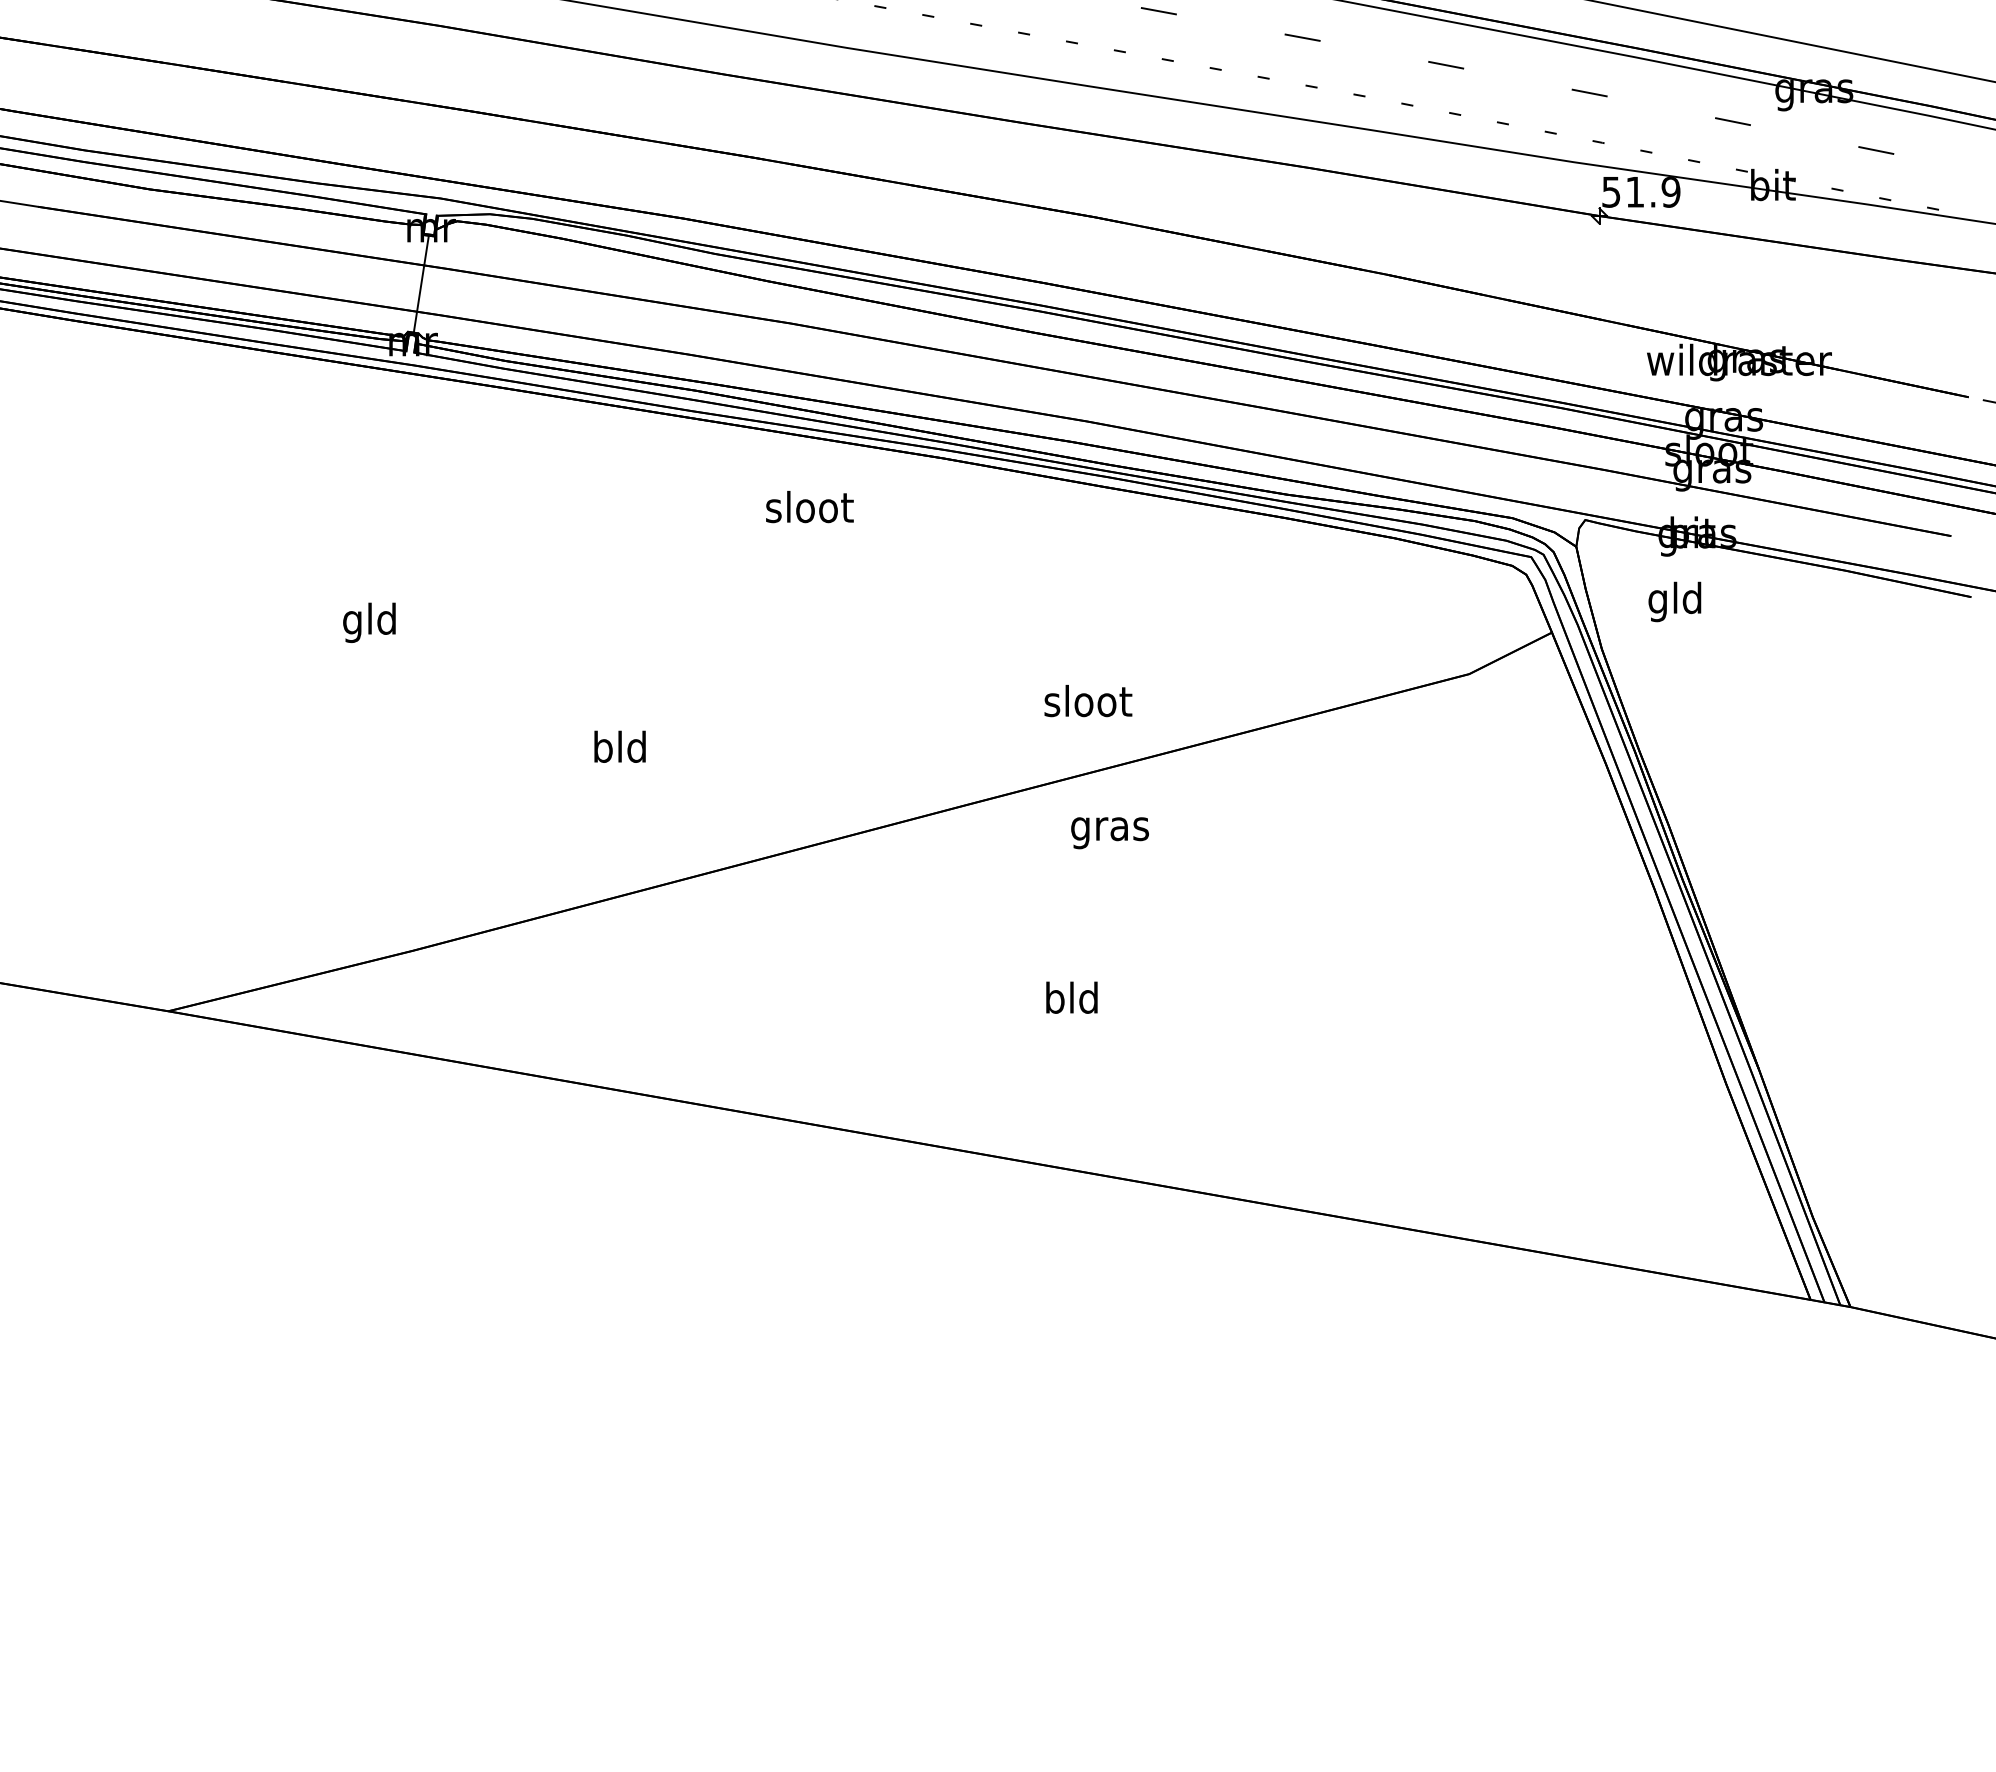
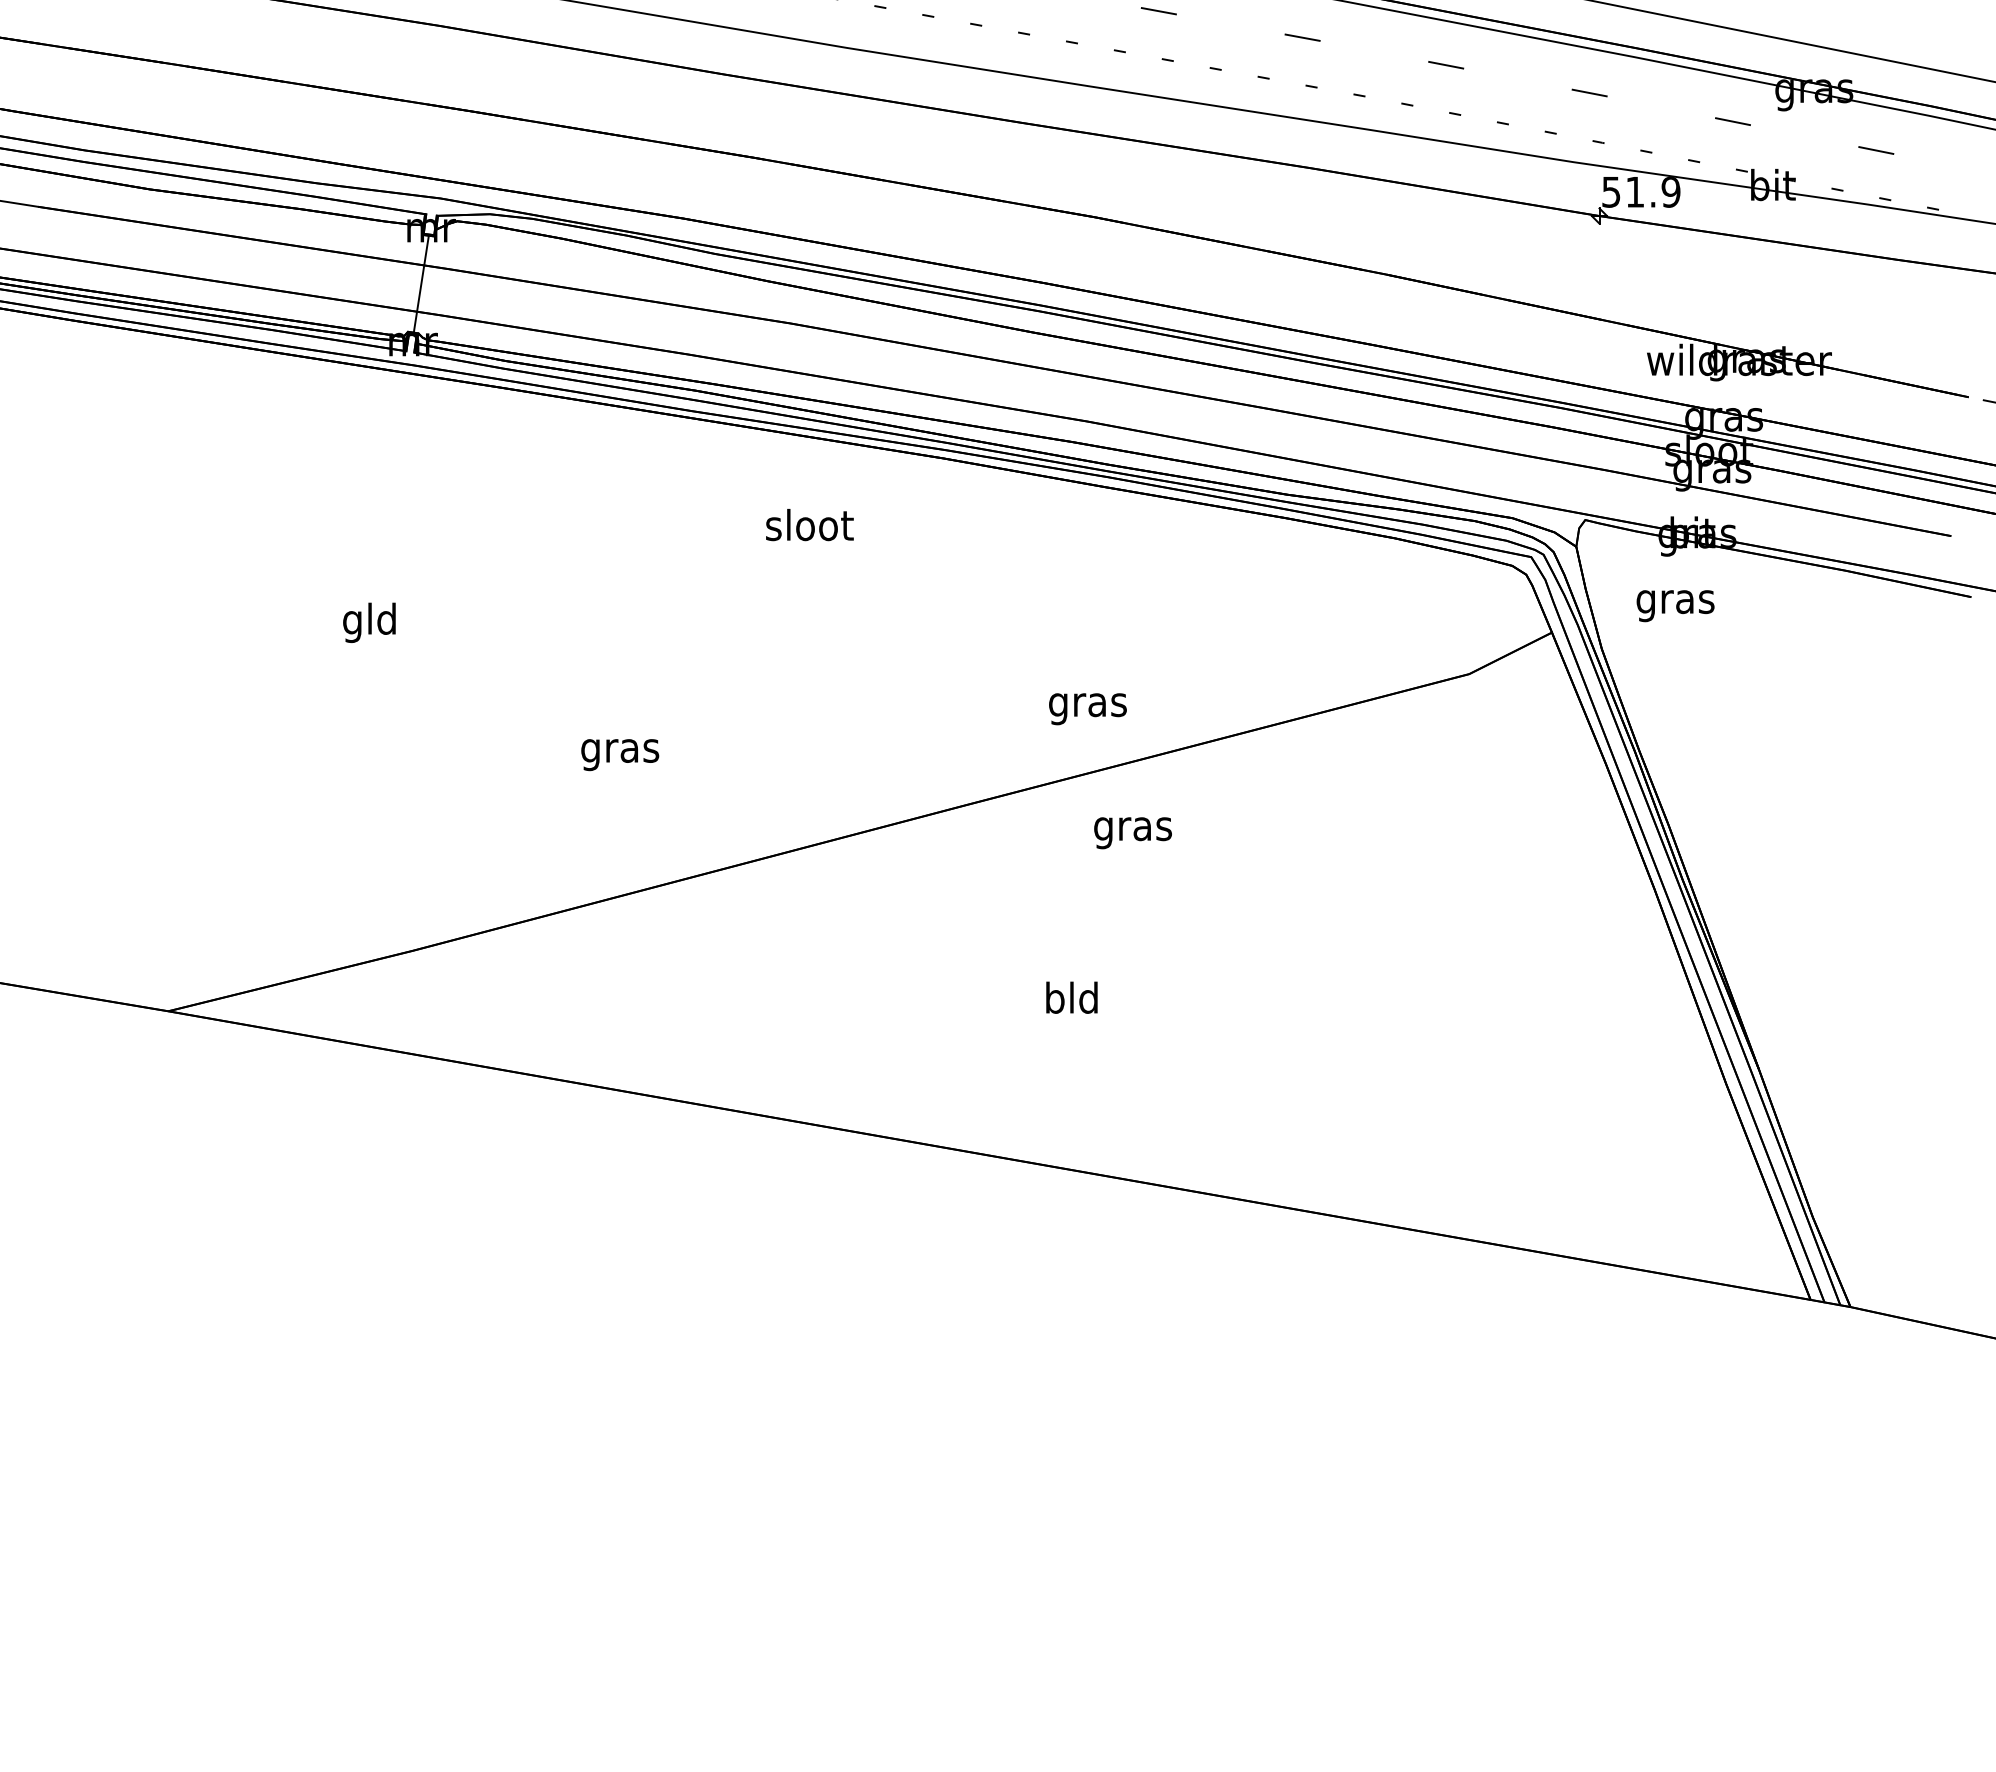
text at (809, 507) position: (809, 507) -> (809, 525)
text at (1675, 601): gld -> gras
text at (1088, 704): sloot -> gras
text at (620, 750): bld -> gras
text at (1109, 833) position: (1109, 833) -> (1132, 833)
